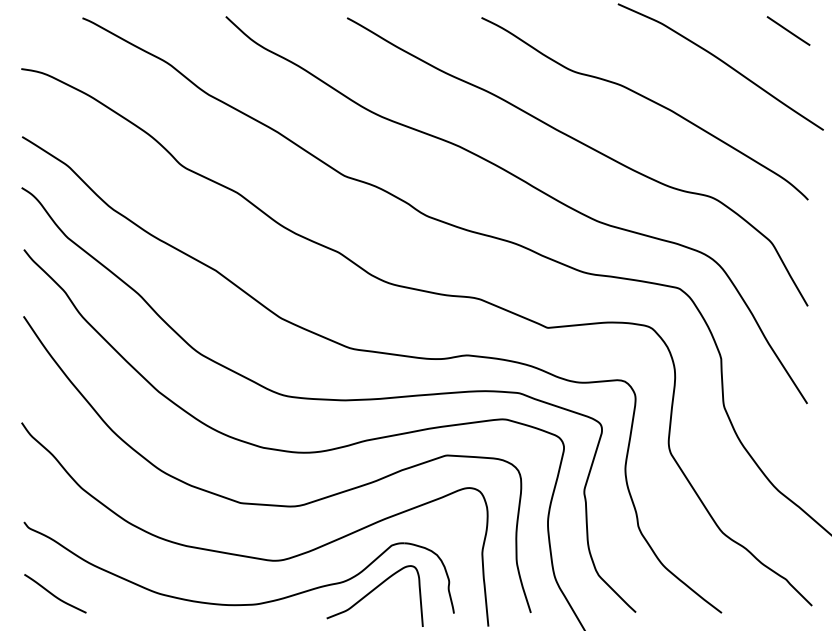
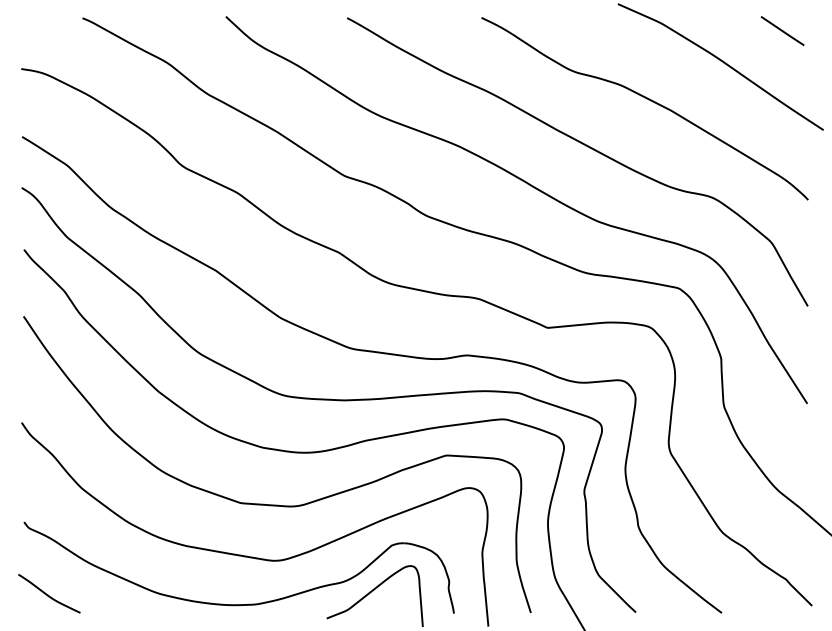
line at (788, 30) position: (788, 30) -> (782, 30)
curve at (54, 594) position: (54, 594) -> (48, 594)
